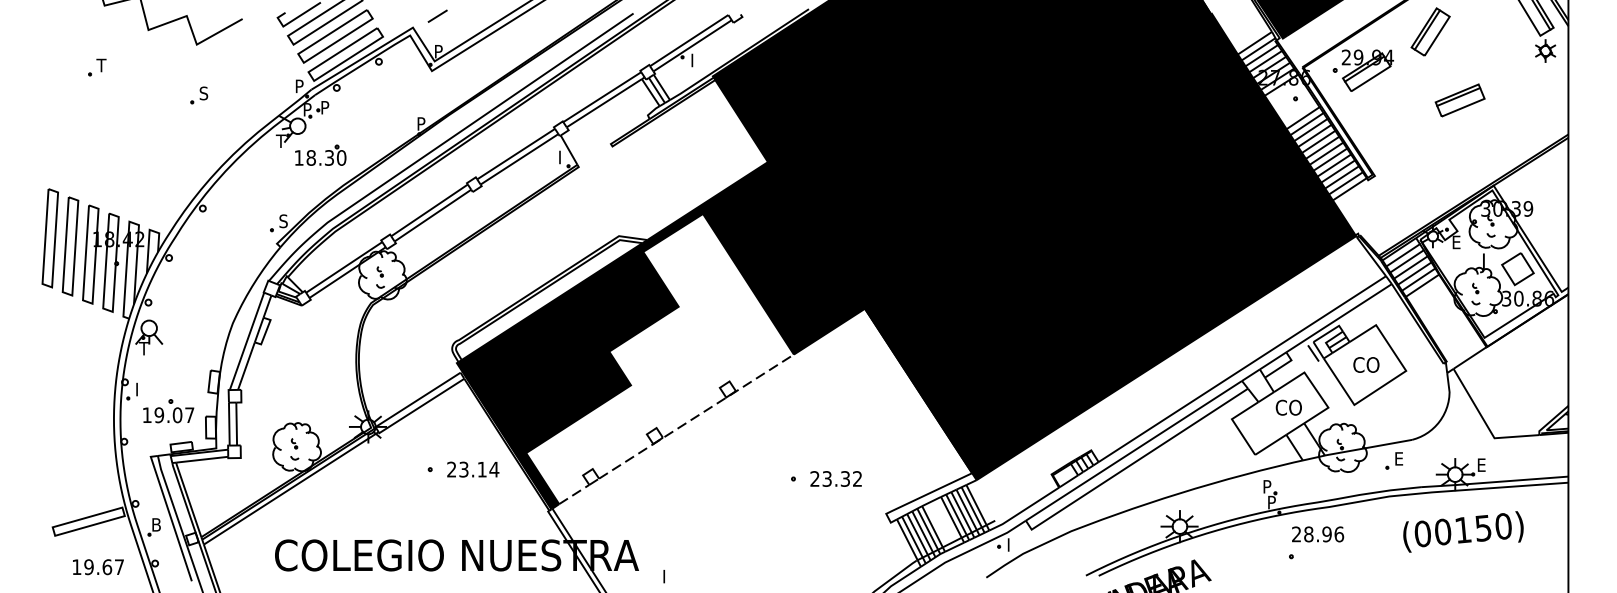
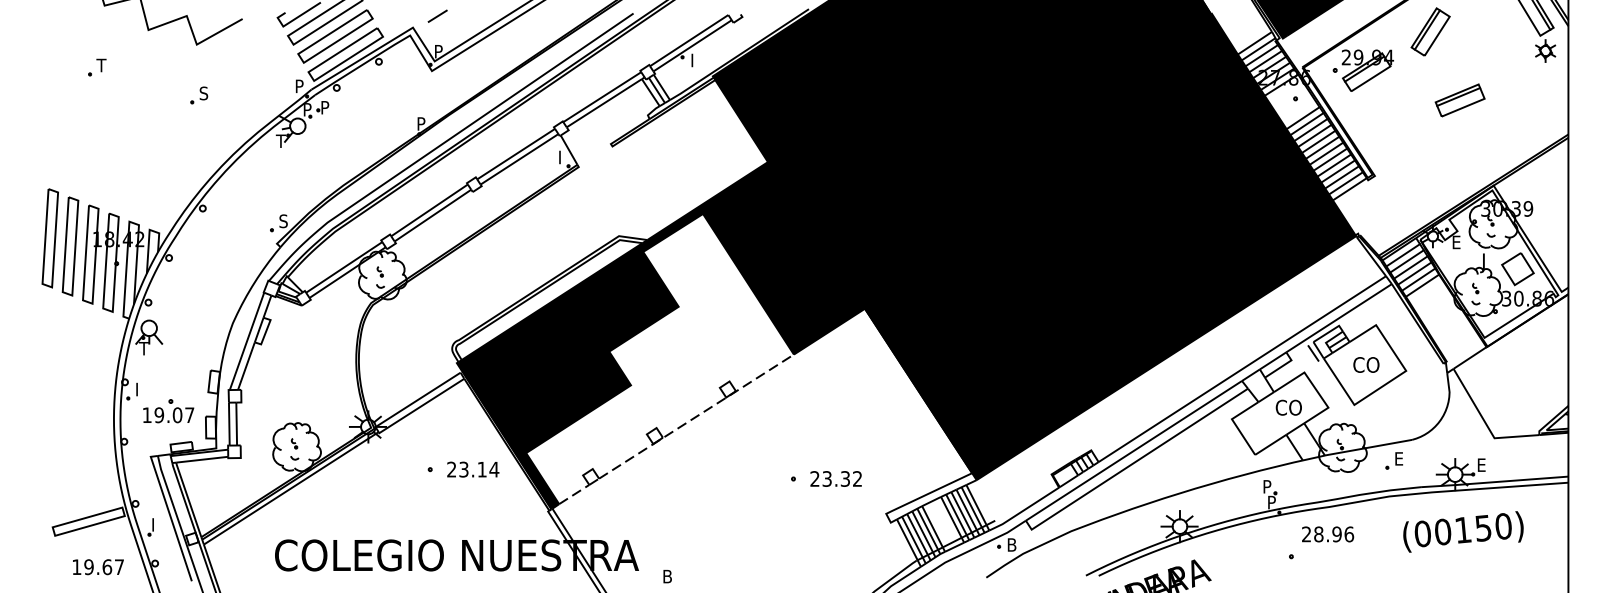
part at (320, 154): present -> none
text at (157, 524): B -> I
text at (1318, 534) position: (1318, 534) -> (1328, 534)
text at (1012, 544): I -> B
text at (668, 576): I -> B
